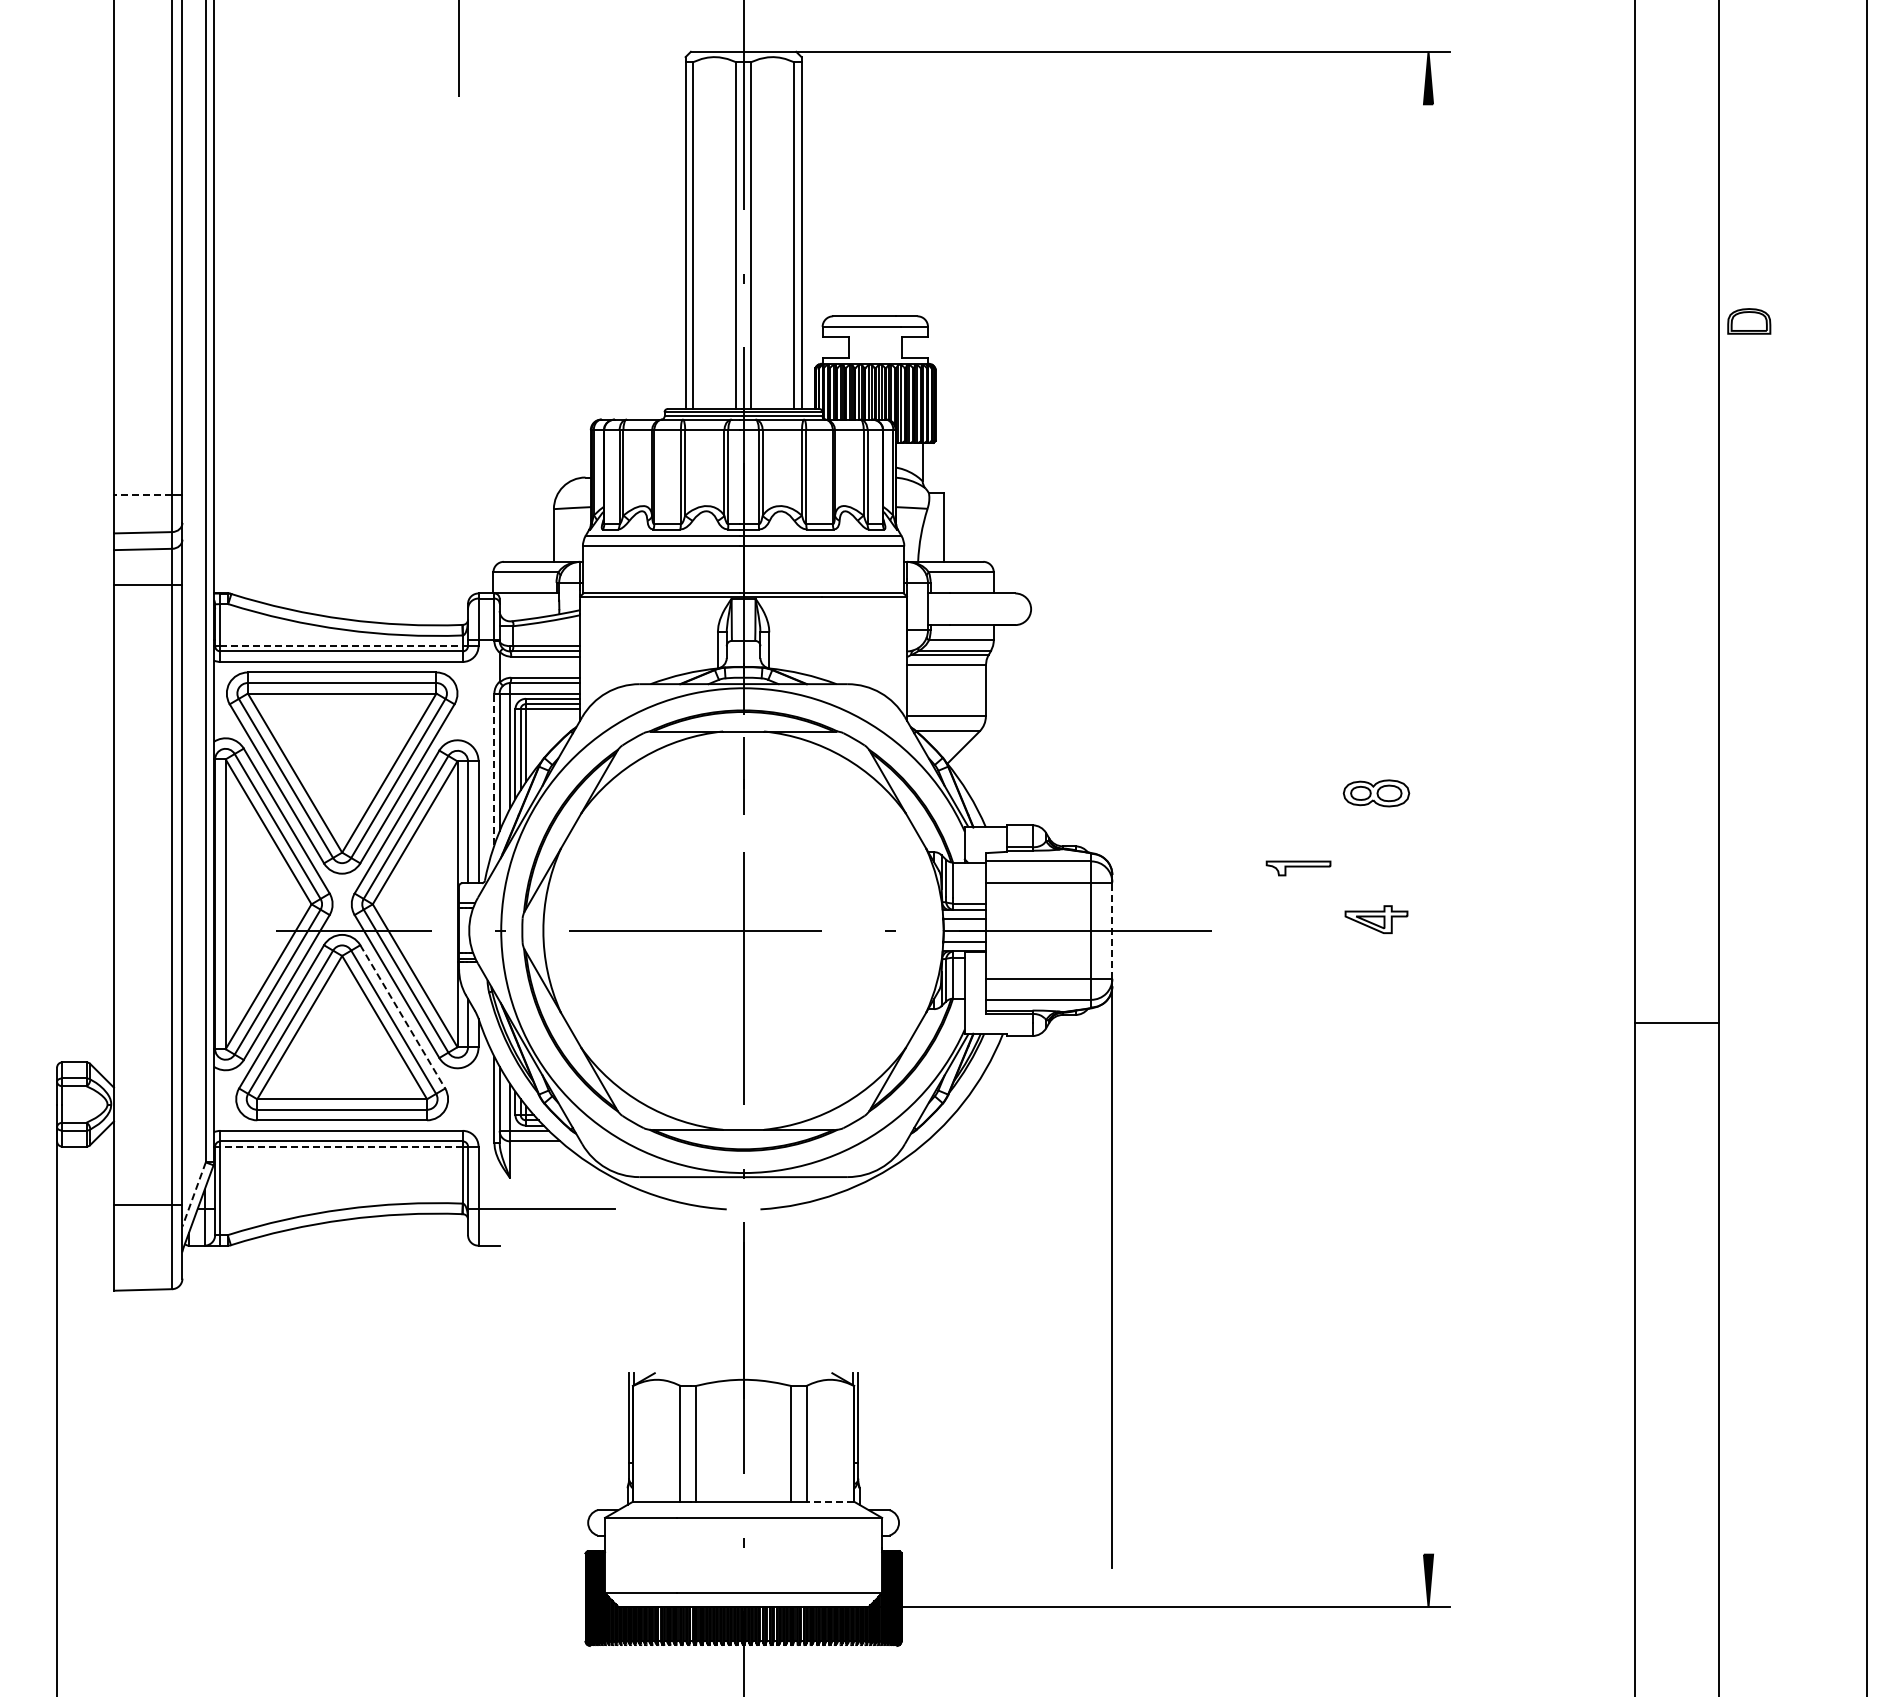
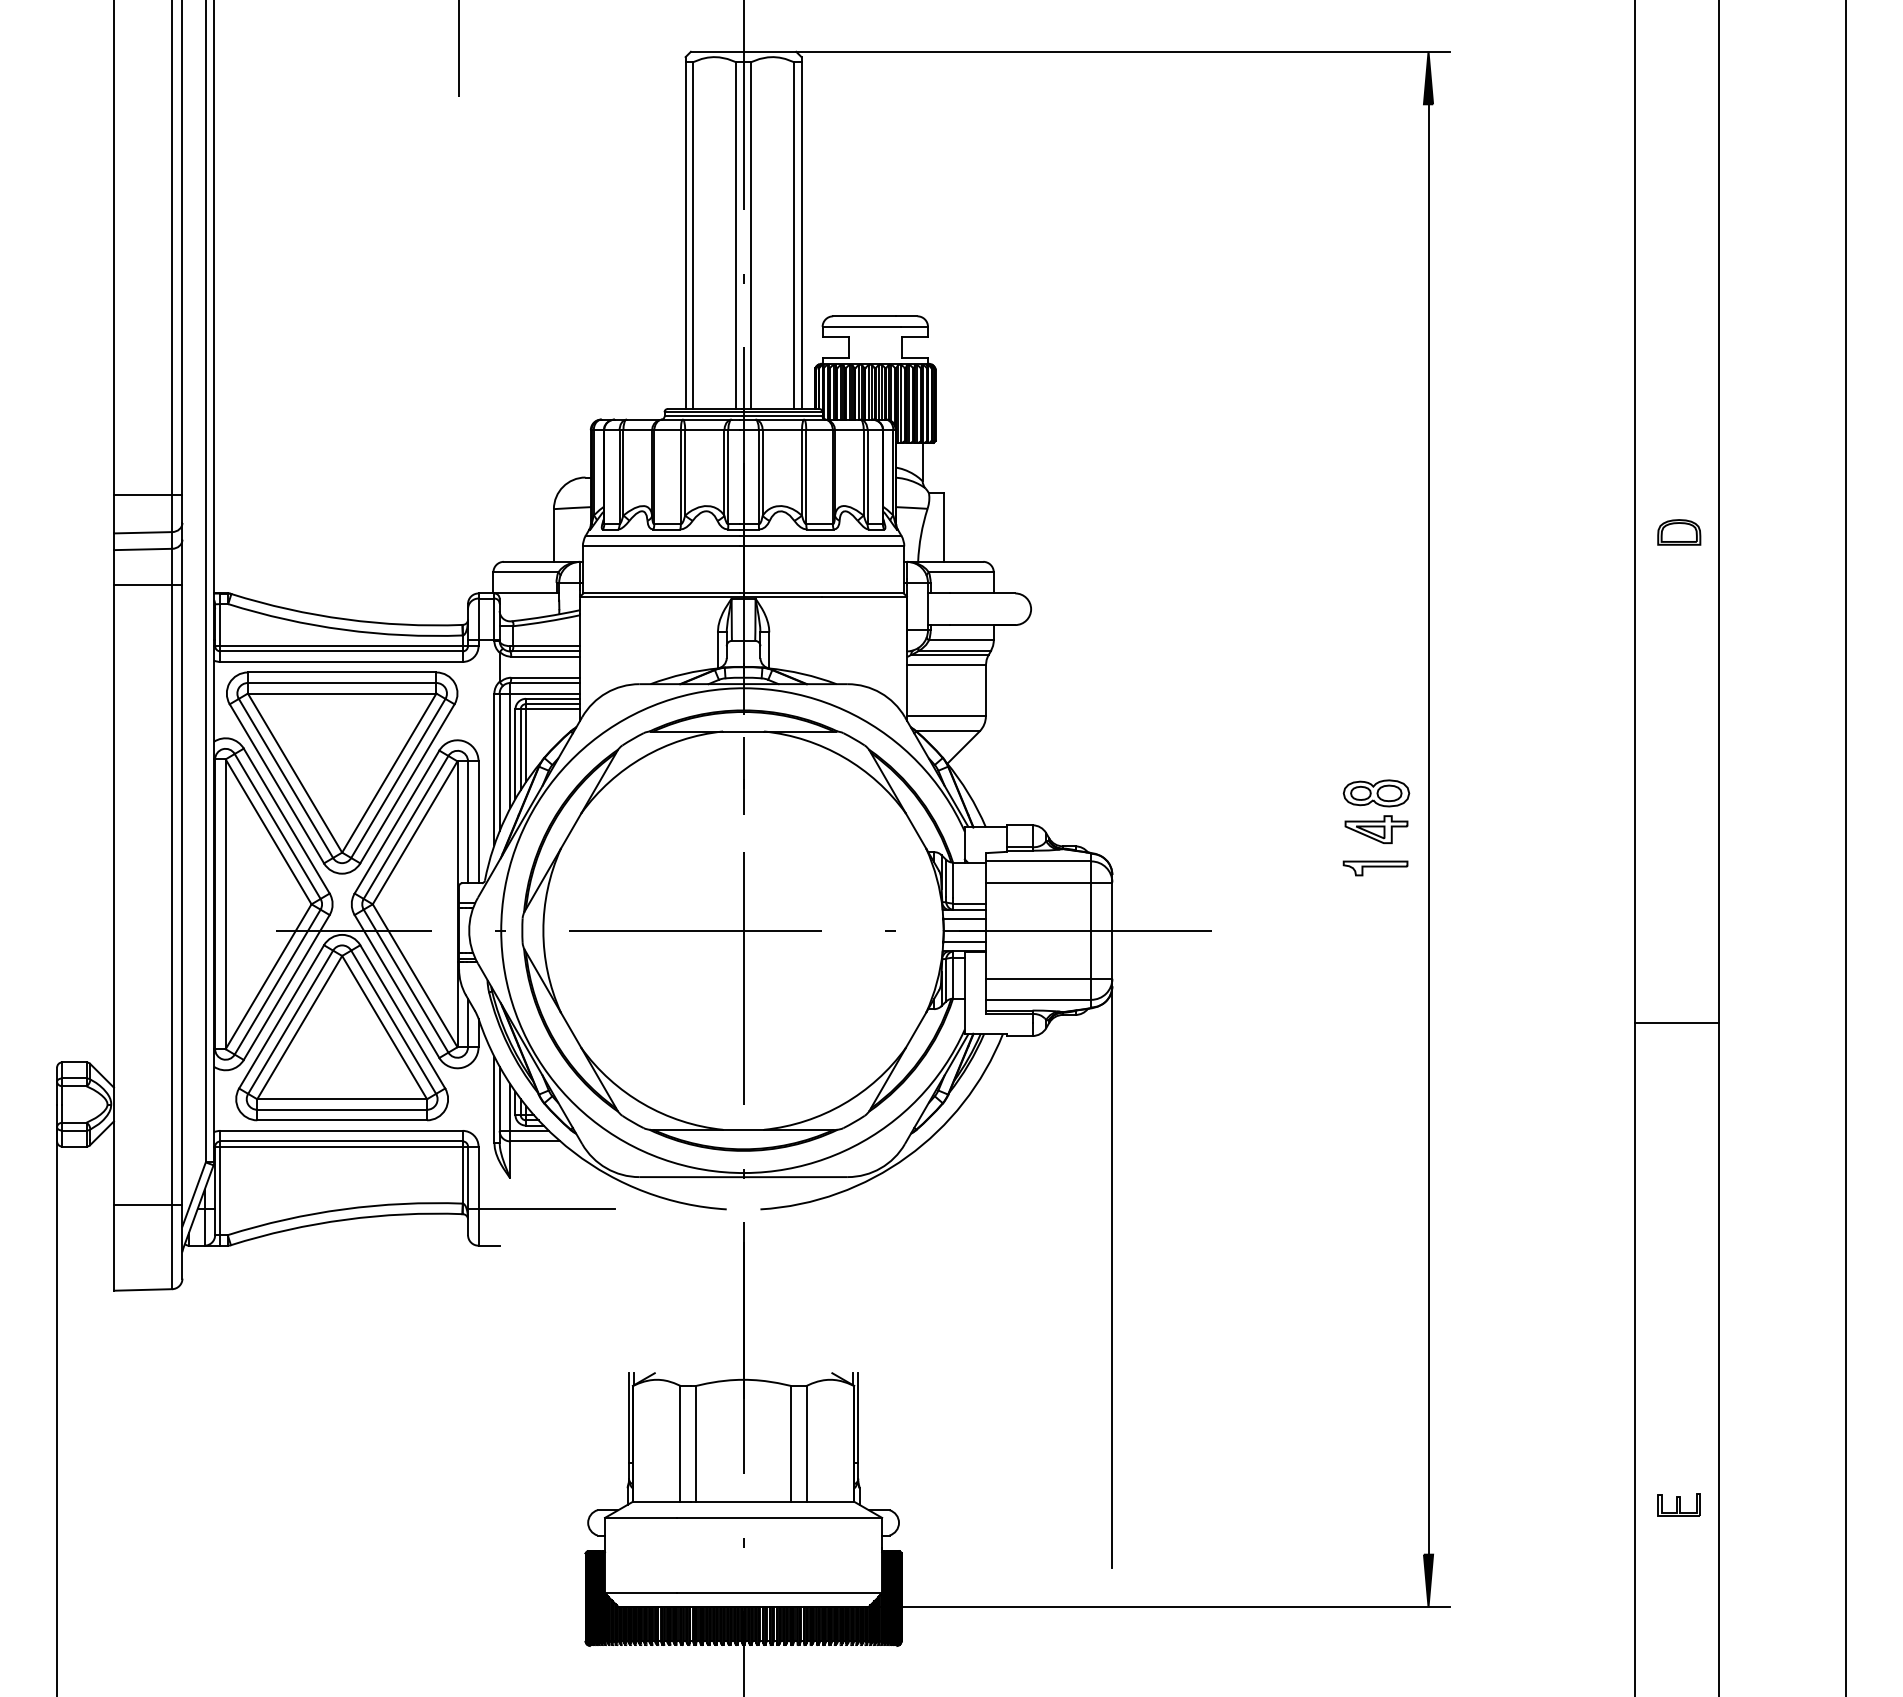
part at (1749, 321) position: (1749, 321) -> (1679, 532)
line at (142, 495): dashed -> solid
line at (342, 646): dashed -> solid
line at (494, 769): dashed -> solid
line at (1428, 829): none -> present
line at (1866, 847) position: (1866, 847) -> (1845, 847)
part at (1298, 868) position: (1298, 868) -> (1375, 868)
part at (1376, 919) position: (1376, 919) -> (1376, 829)
line at (1112, 930): dashed -> solid
line at (403, 1017): dashed -> solid
line at (341, 1146): dashed -> solid
line at (193, 1194): dashed -> solid
line at (830, 1501): dashed -> solid
part at (1678, 1504): none -> present
